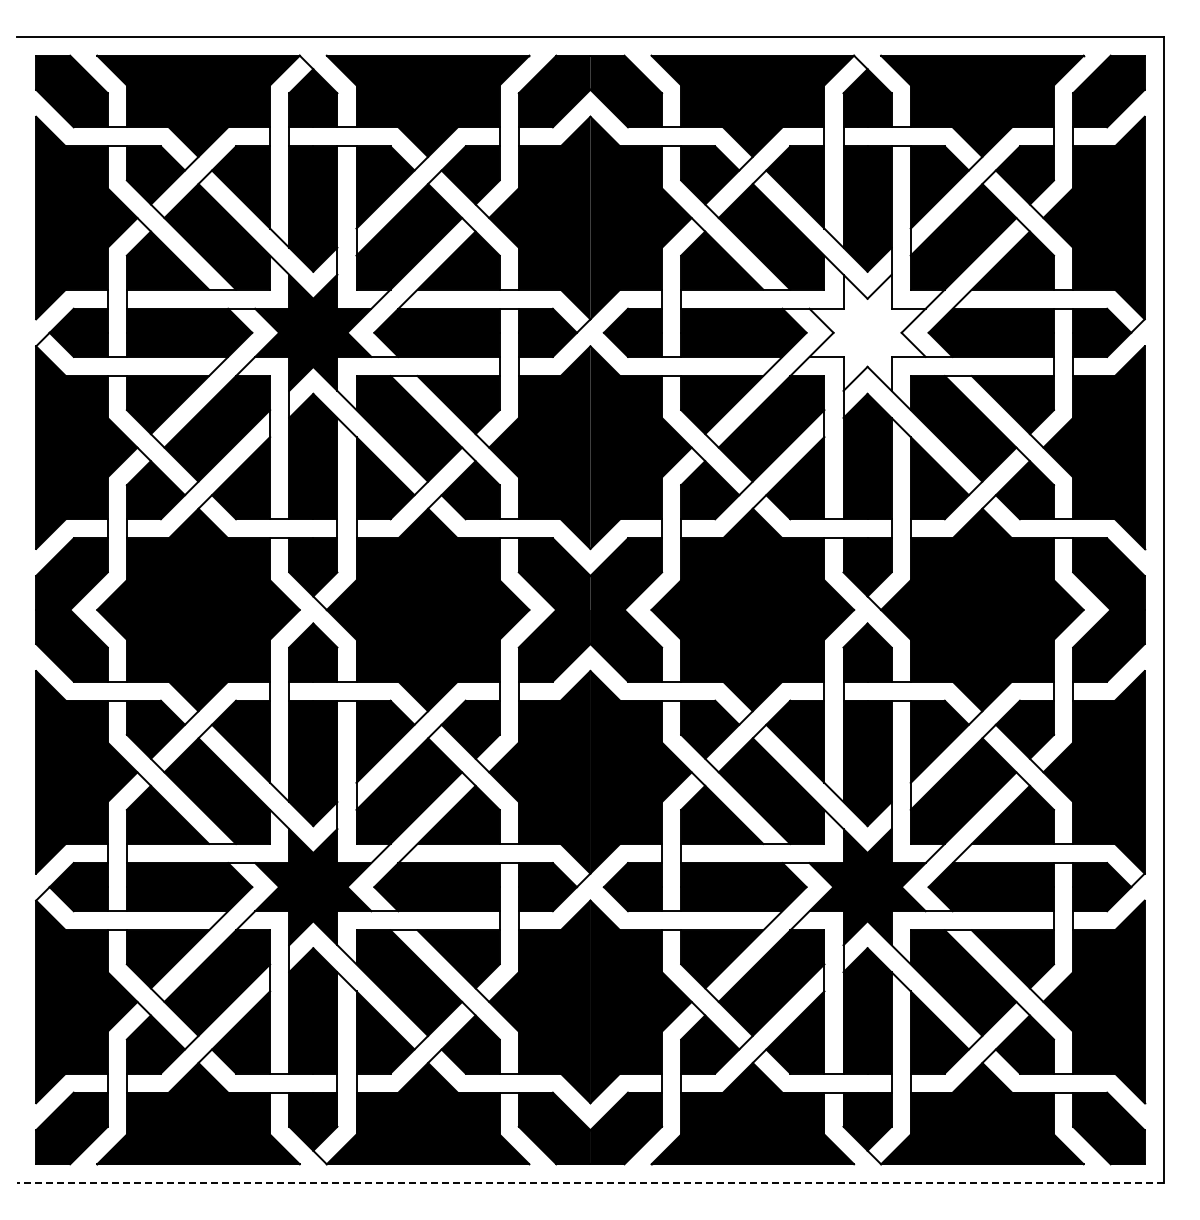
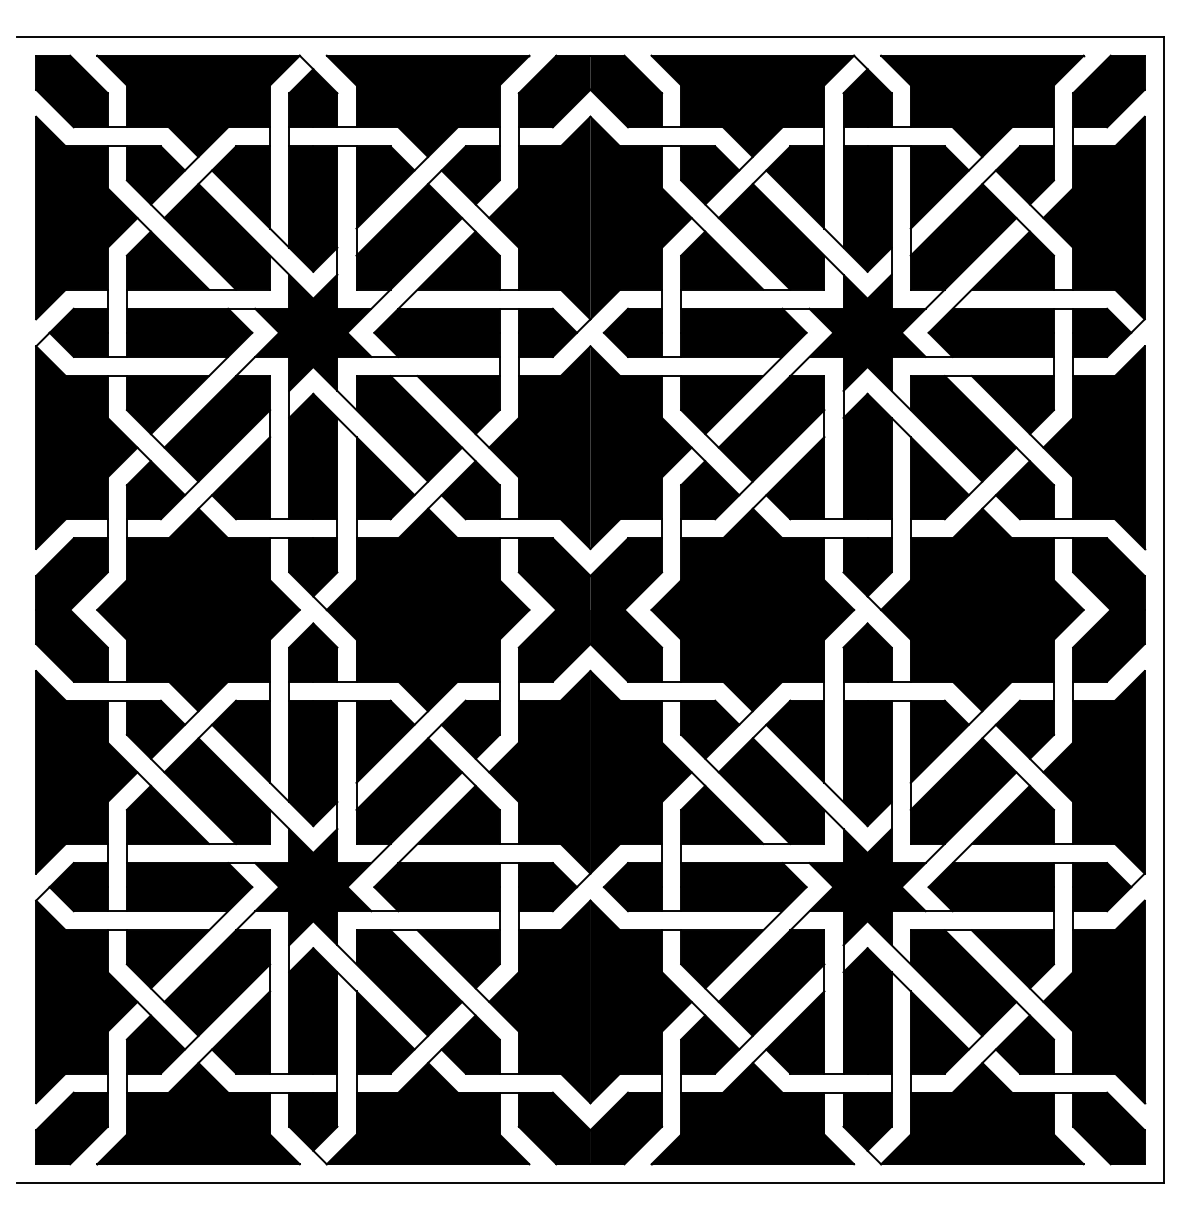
fill at (867, 332): none -> present
line at (589, 1183): dashed -> solid
